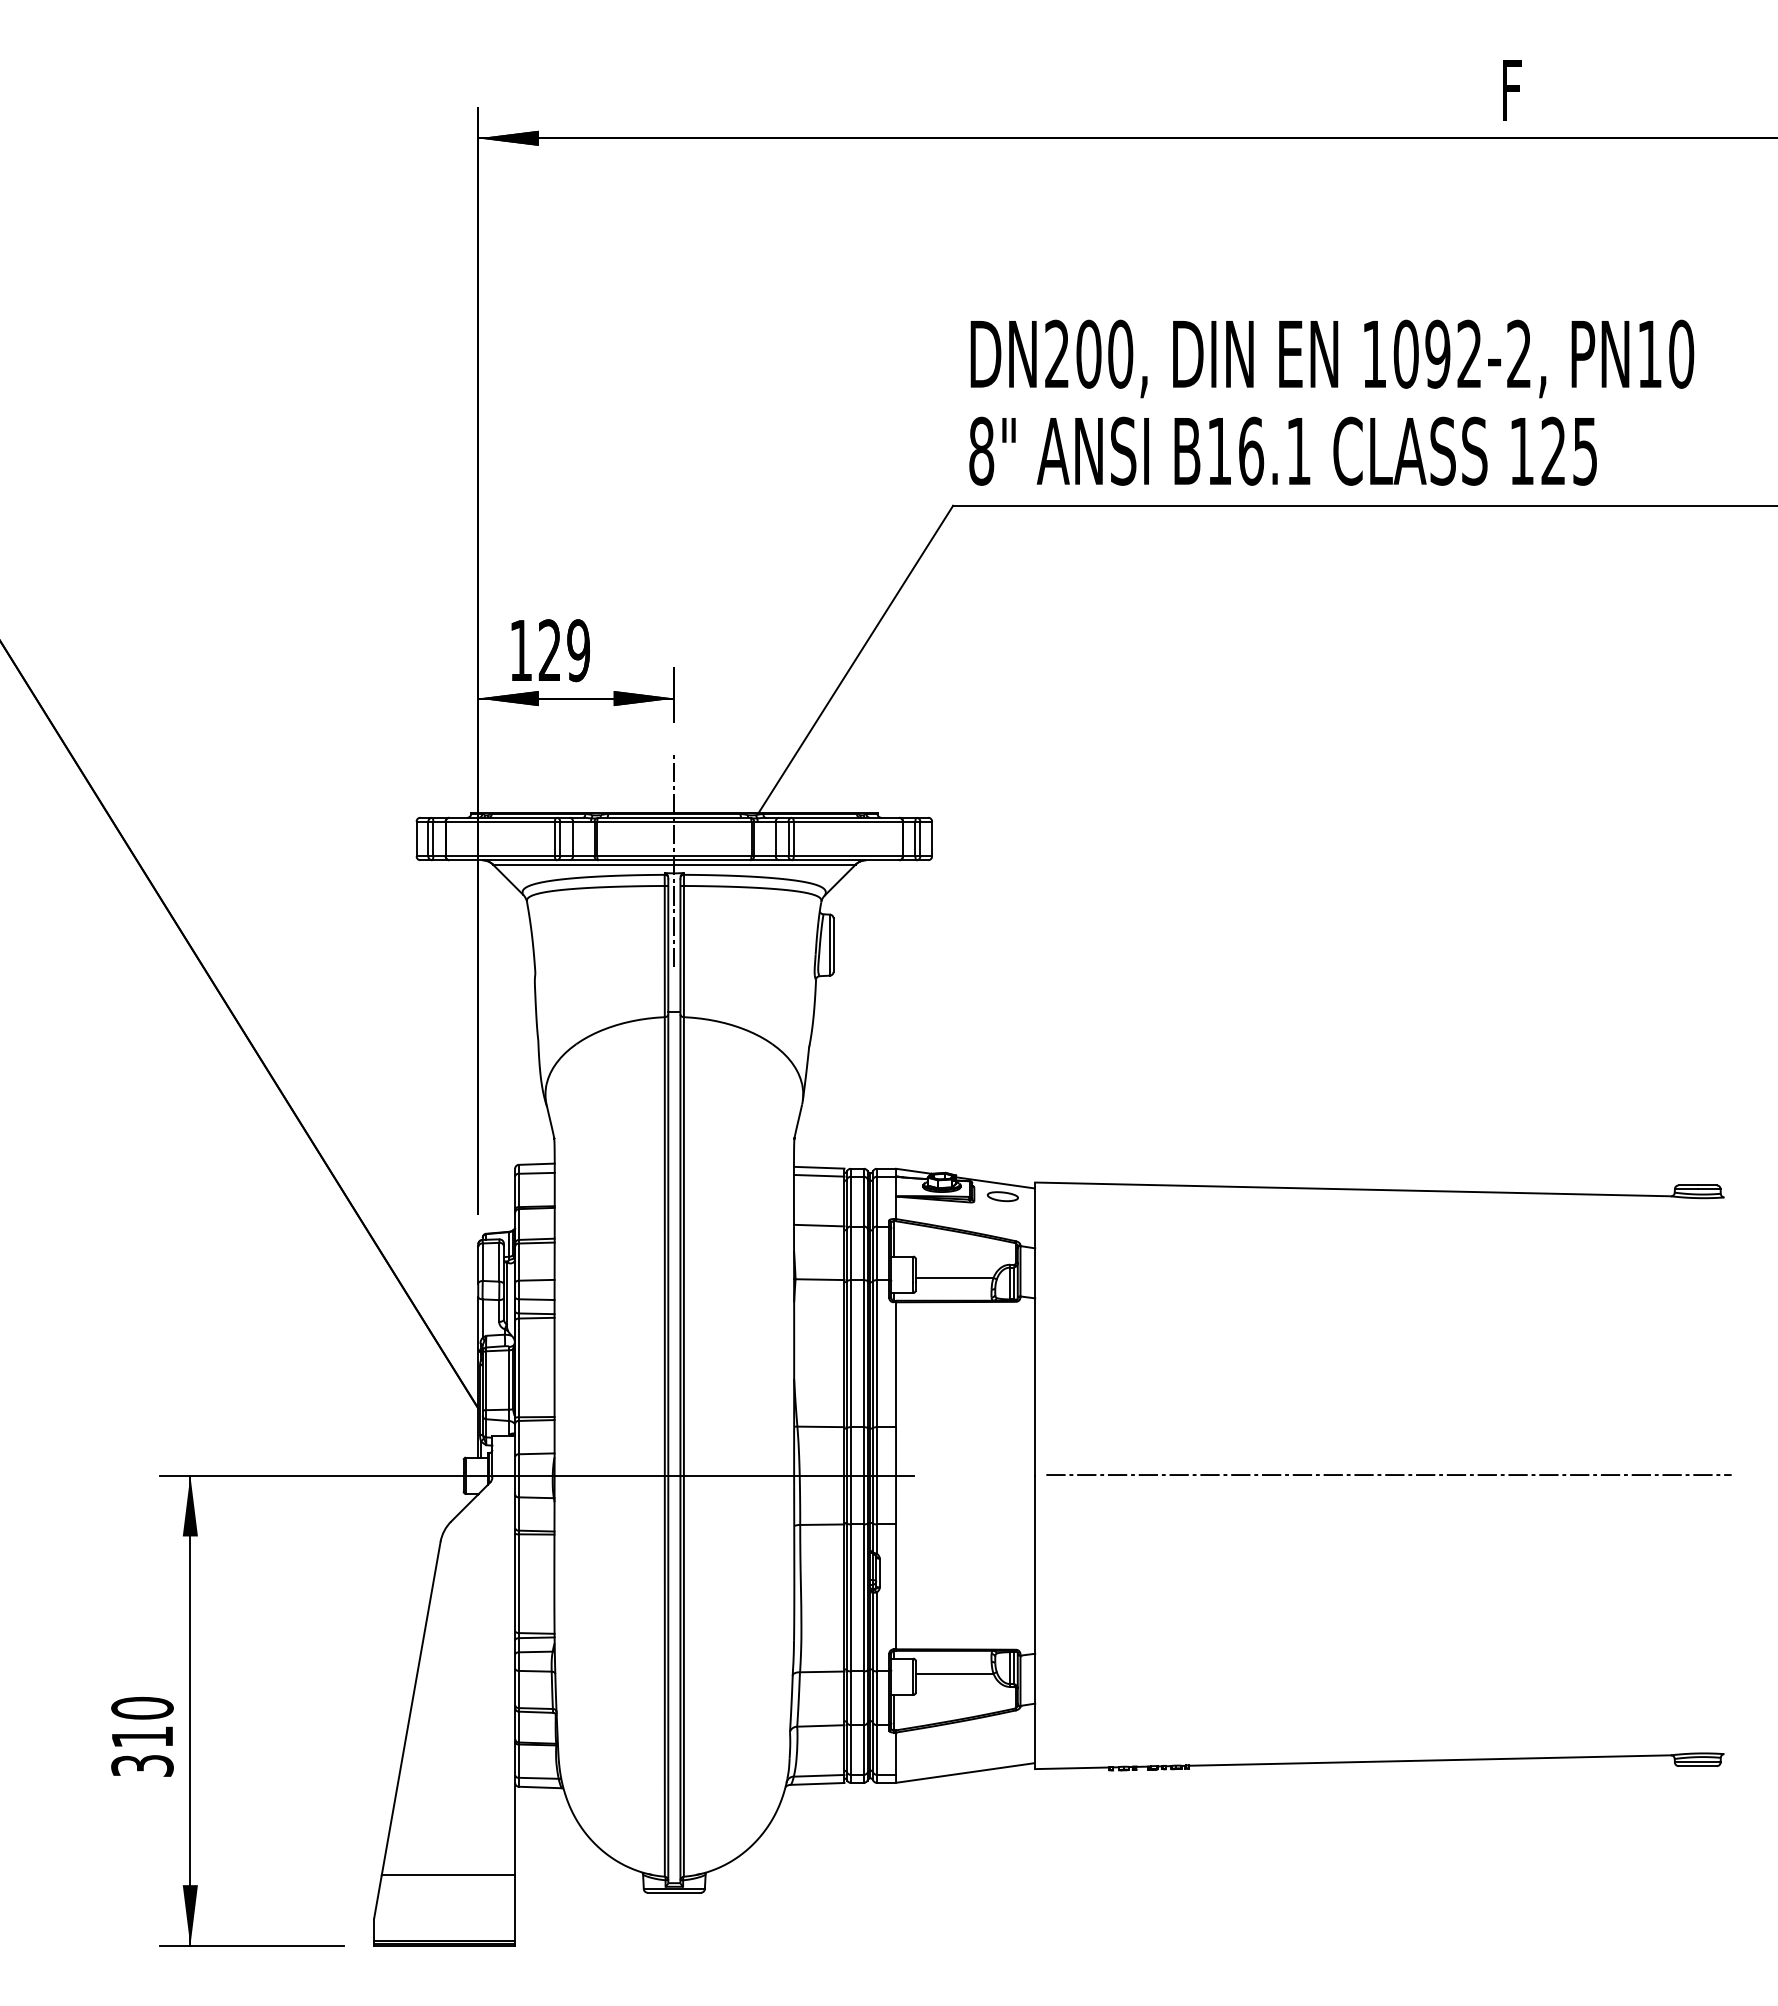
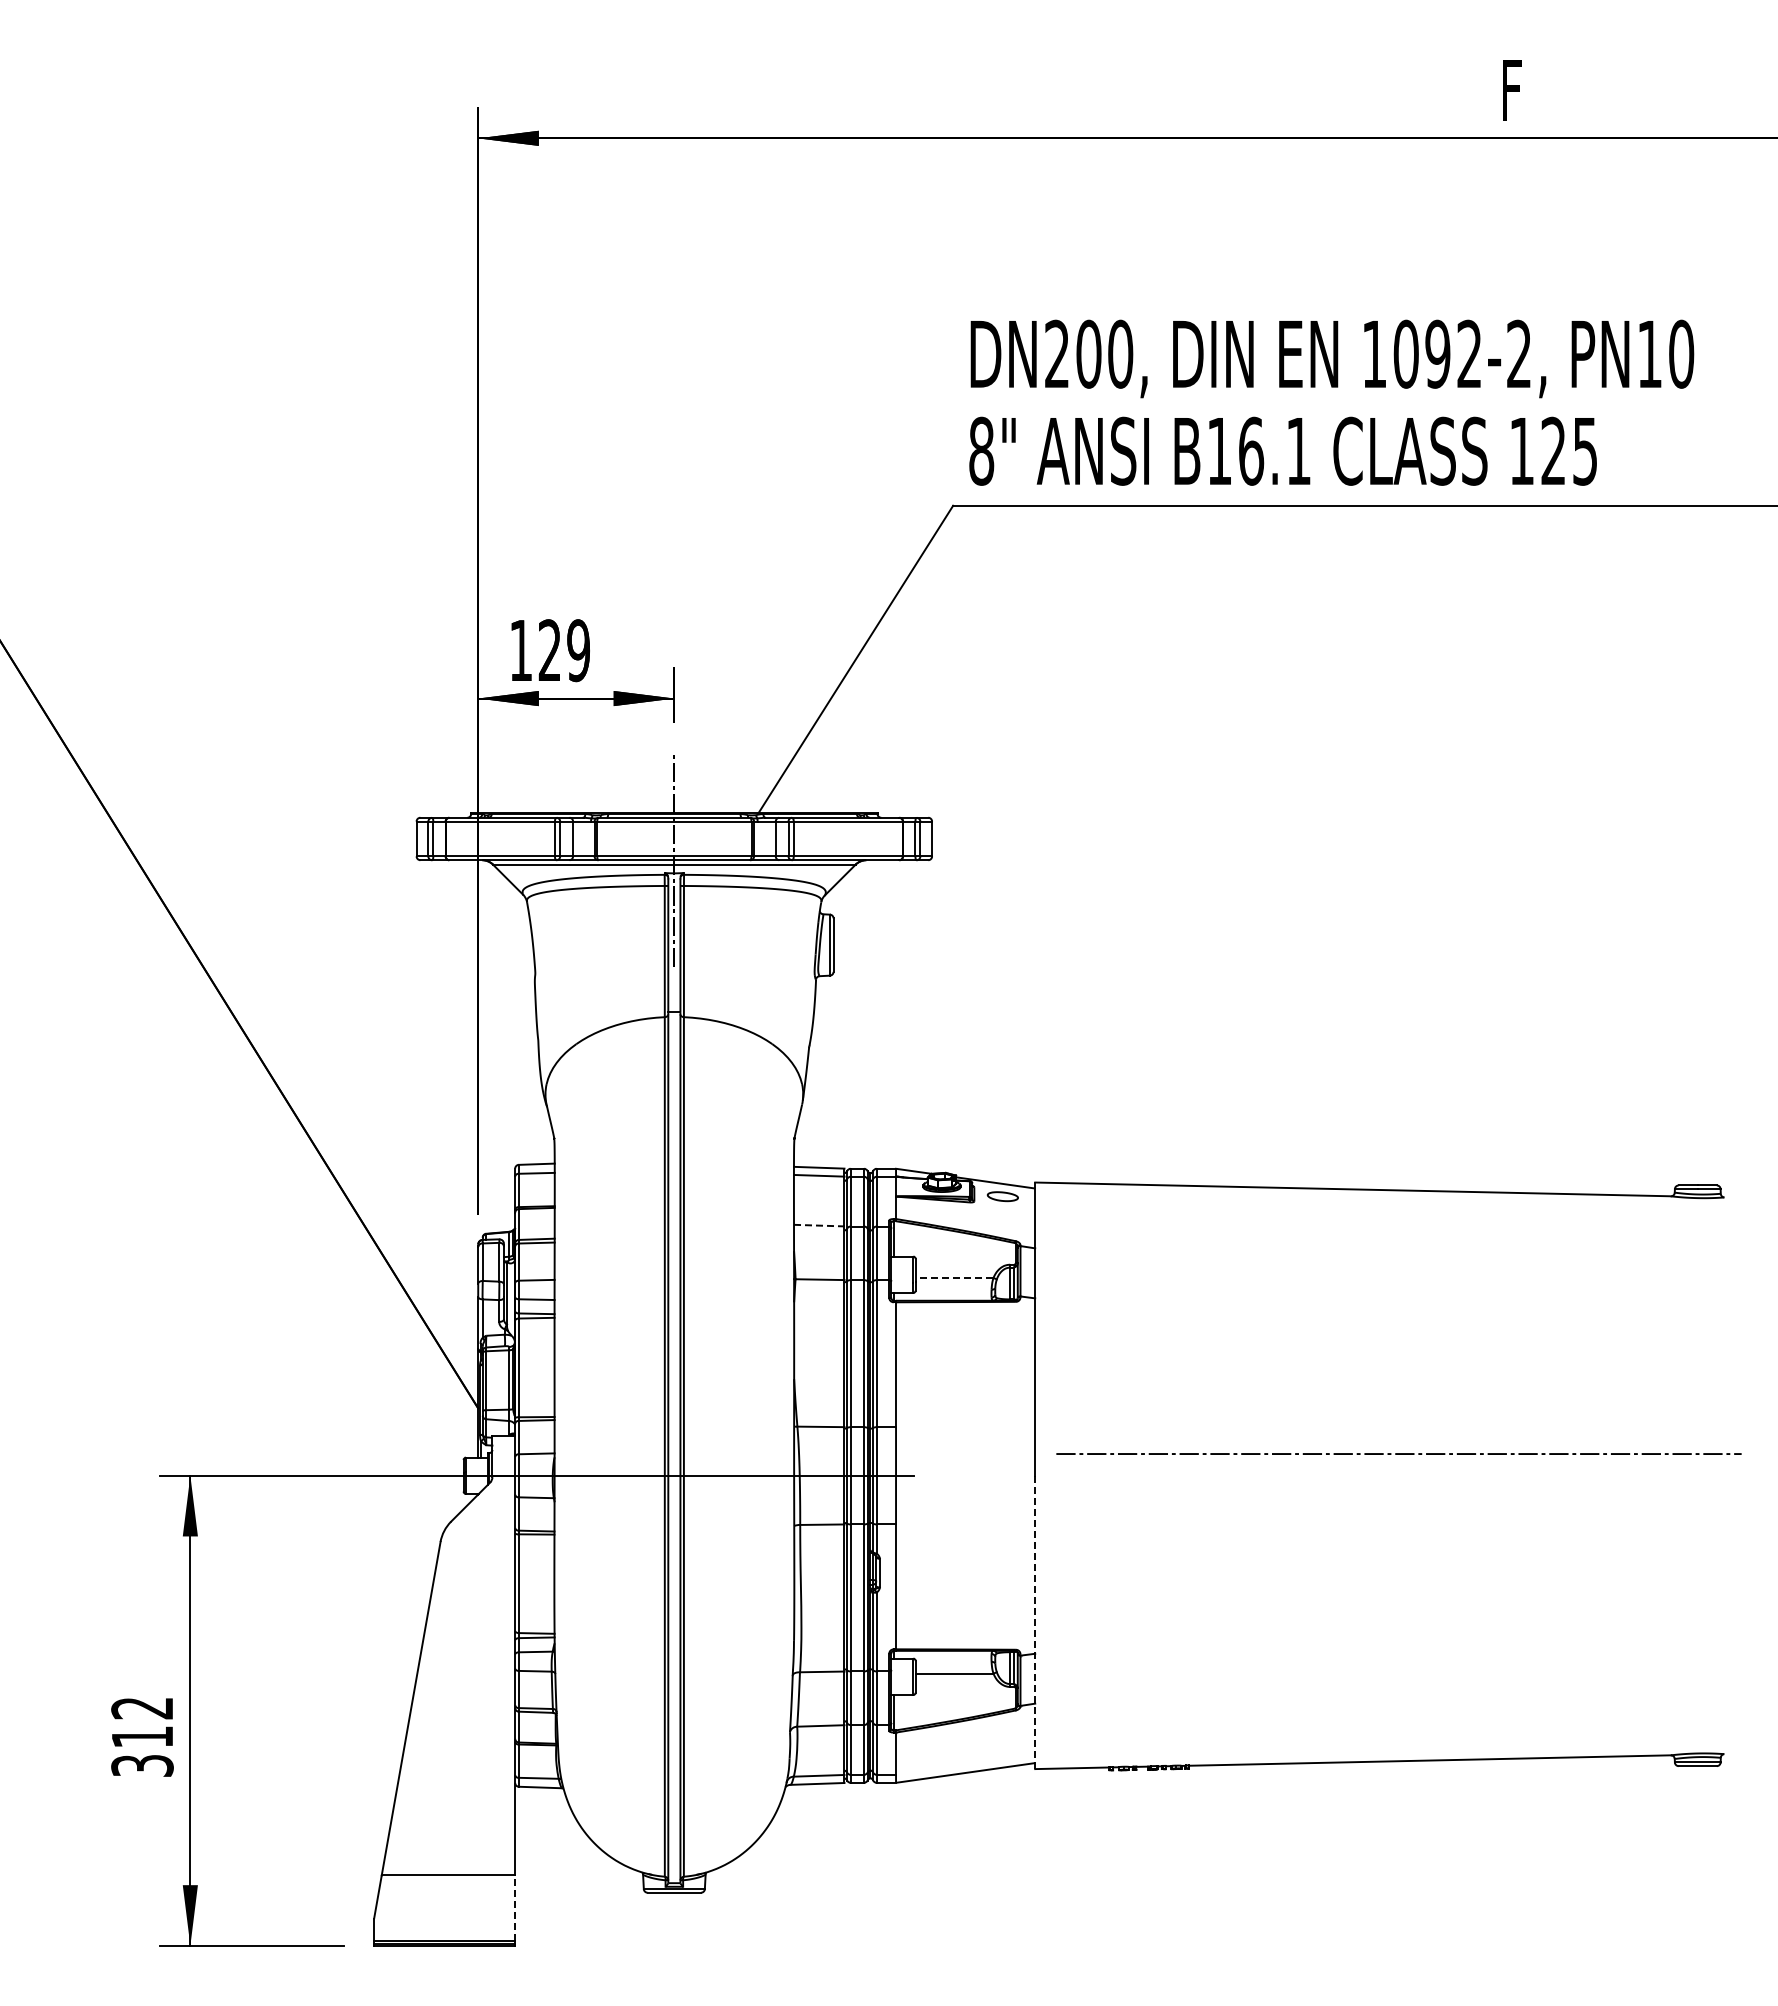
line at (819, 1225): solid -> dashed
line at (954, 1278): solid -> dashed
line at (1388, 1474) position: (1388, 1474) -> (1398, 1453)
line at (1035, 1622): solid -> dashed
text at (142, 1707): 310 -> 312
line at (515, 1908): solid -> dashed
